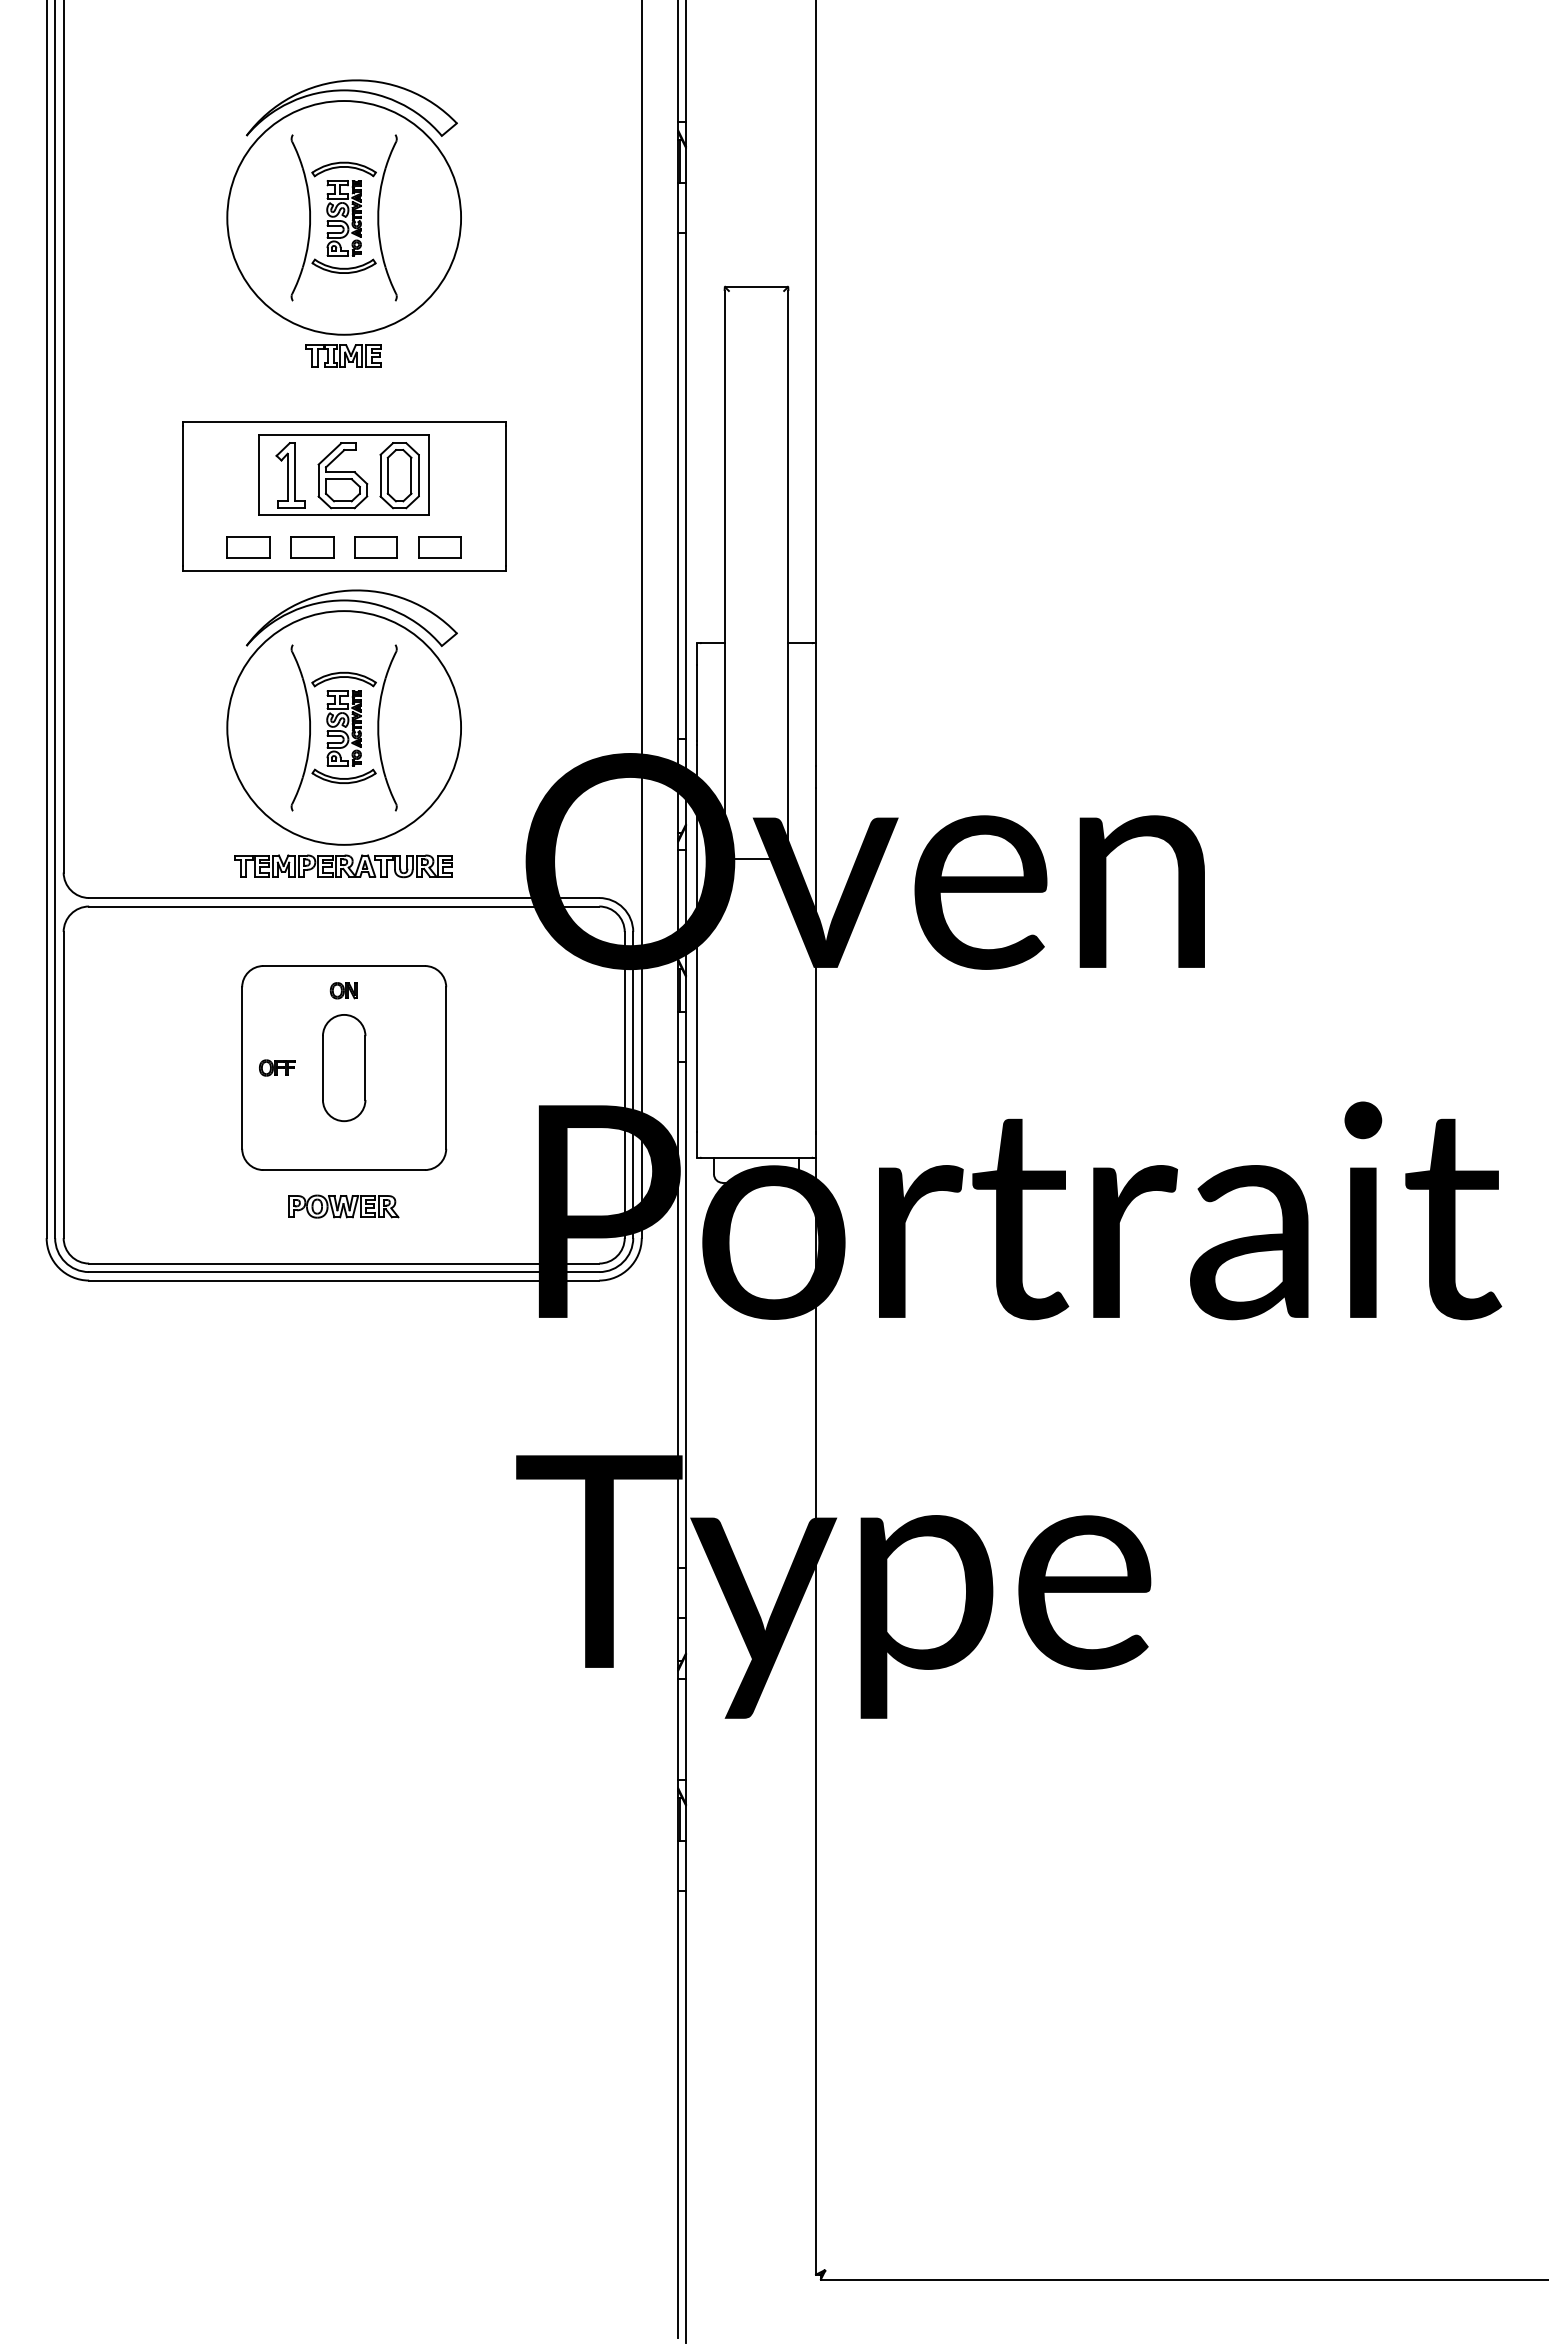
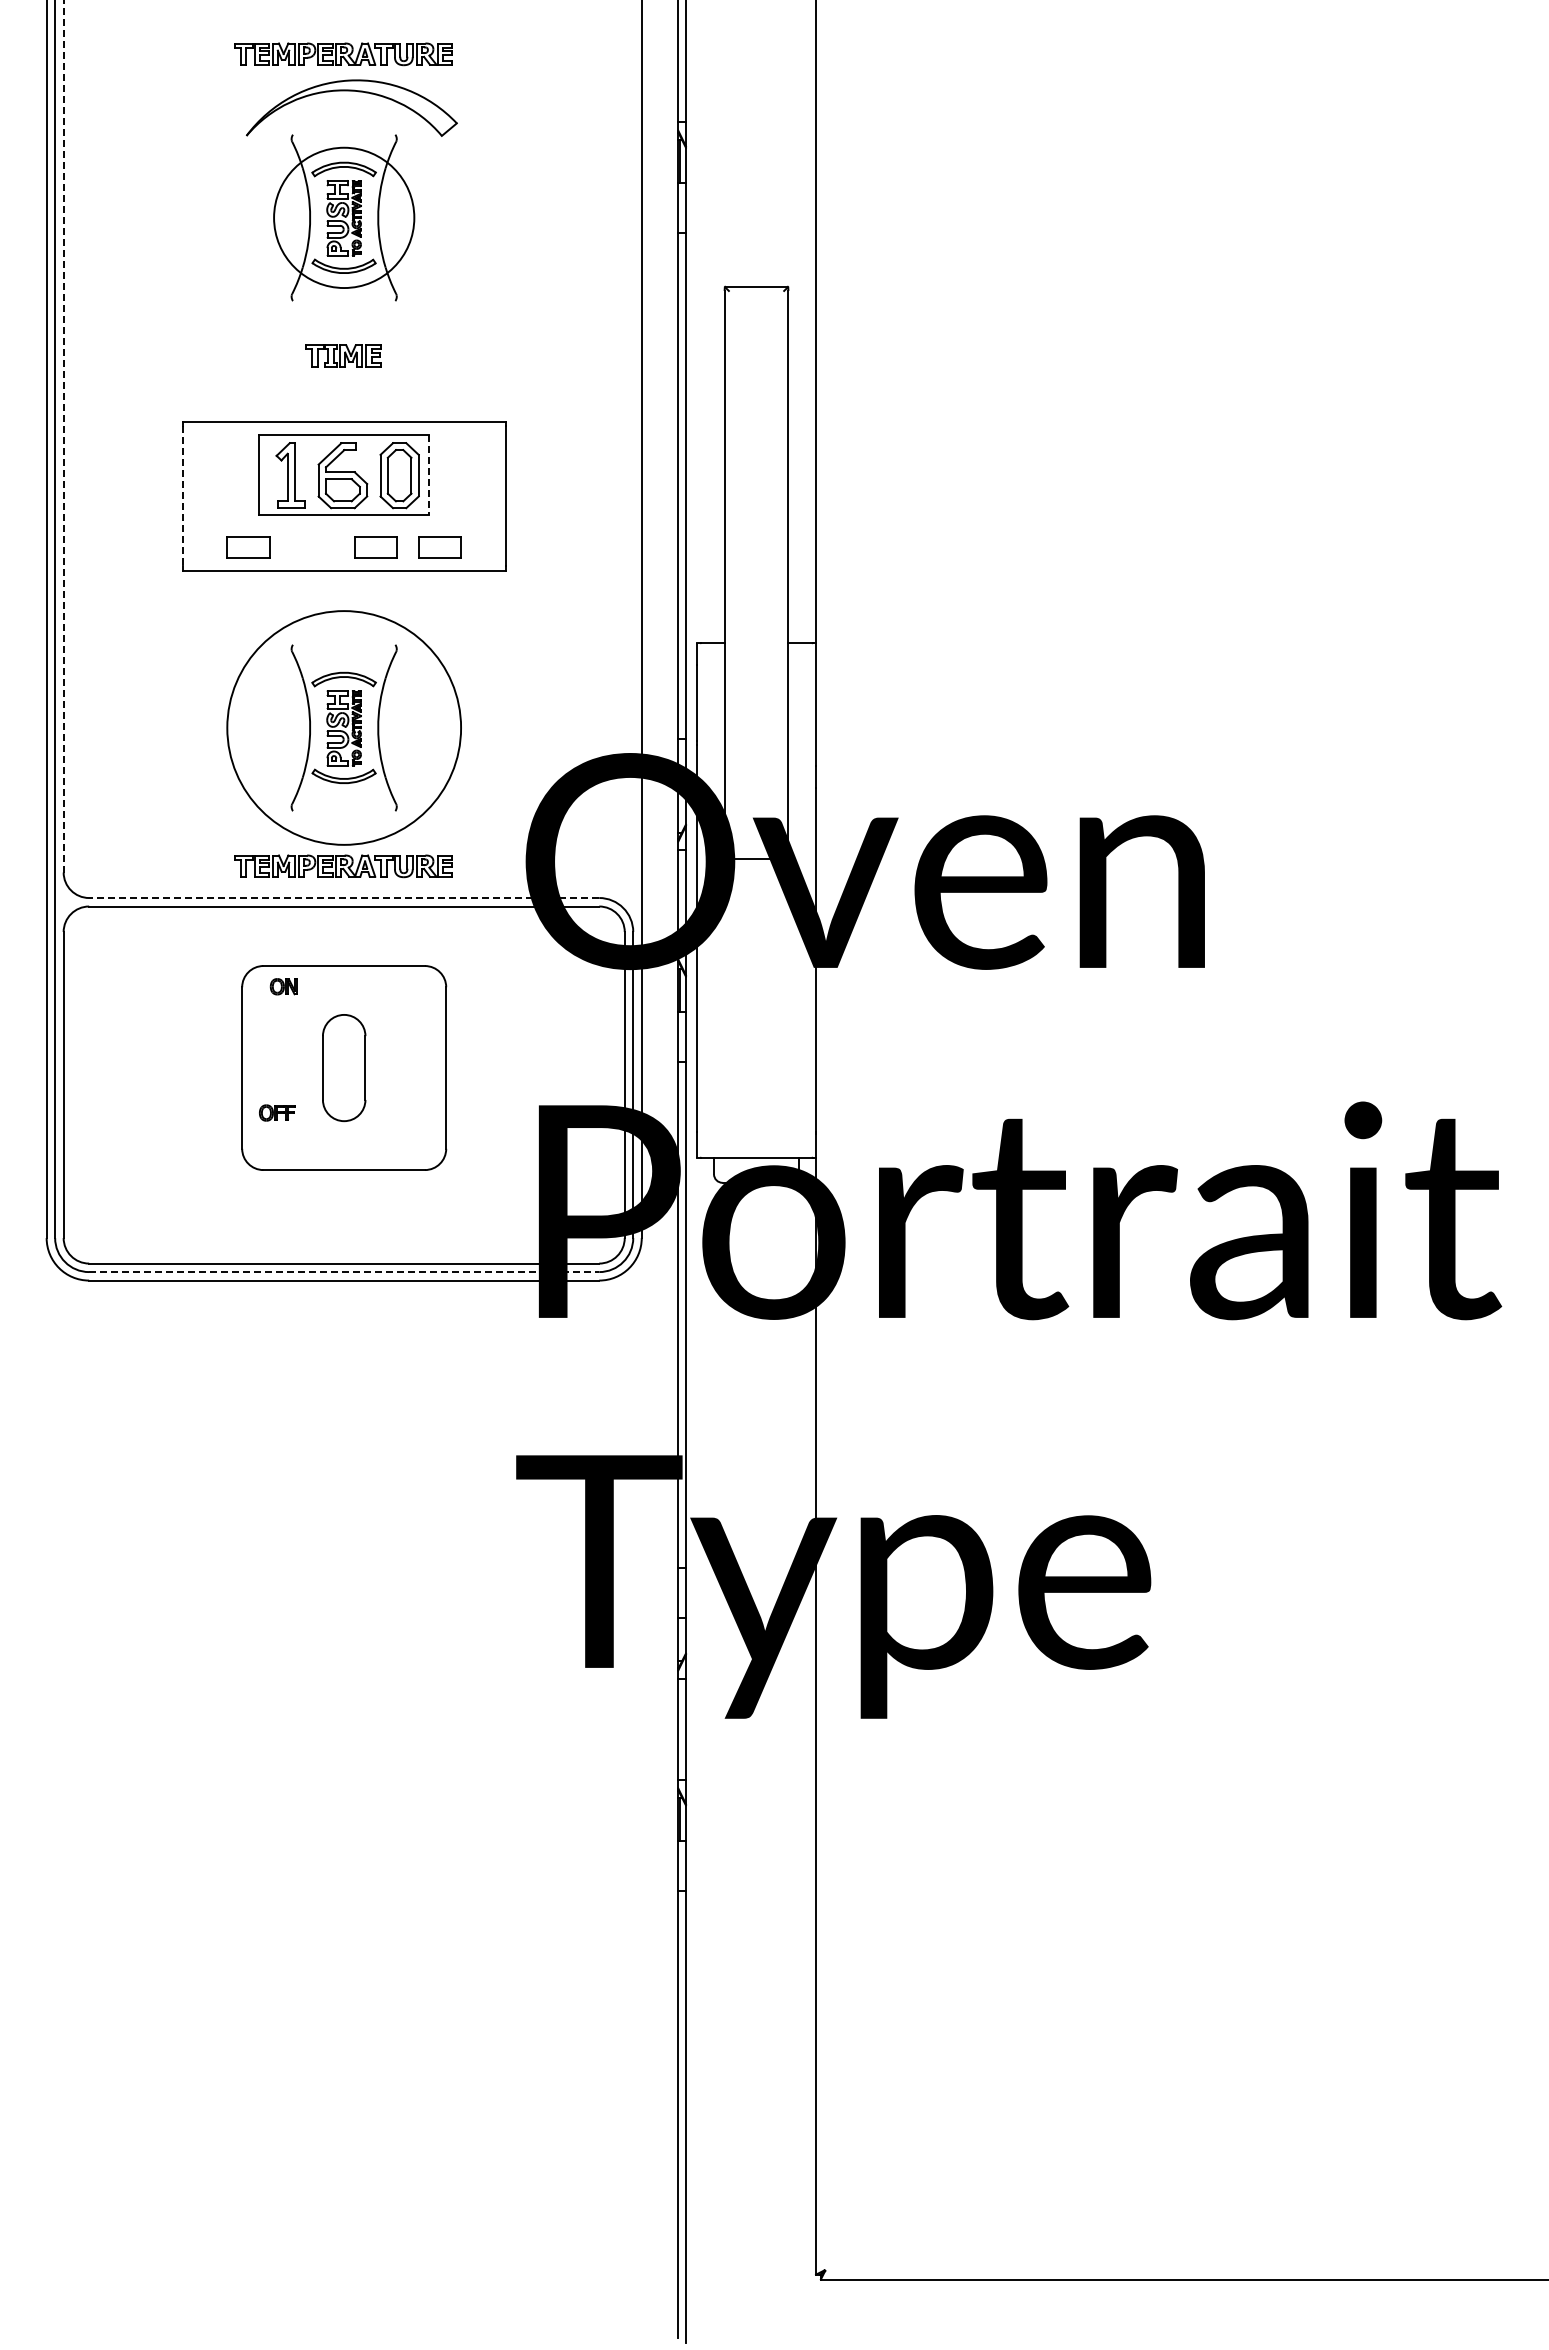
part at (343, 54): none -> present
circle at (344, 217) diameter: 234 px -> 140 px
line at (63, 436): solid -> dashed
line at (429, 475): solid -> dashed
line at (182, 496): solid -> dashed
part at (312, 547): present -> none
part at (351, 601): present -> none
line at (343, 898): solid -> dashed
part at (343, 990) position: (343, 990) -> (283, 986)
part at (277, 1067) position: (277, 1067) -> (277, 1112)
part at (343, 1206): present -> none
line at (344, 1272): solid -> dashed
